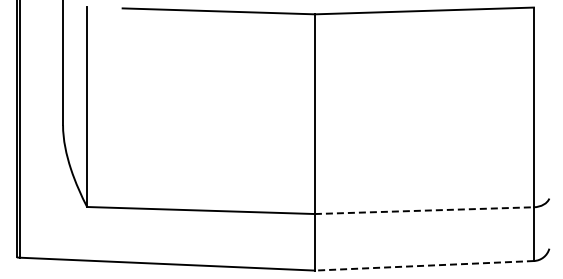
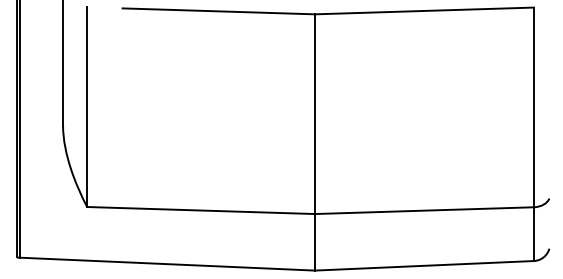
line at (424, 210): dashed -> solid
line at (424, 265): dashed -> solid
